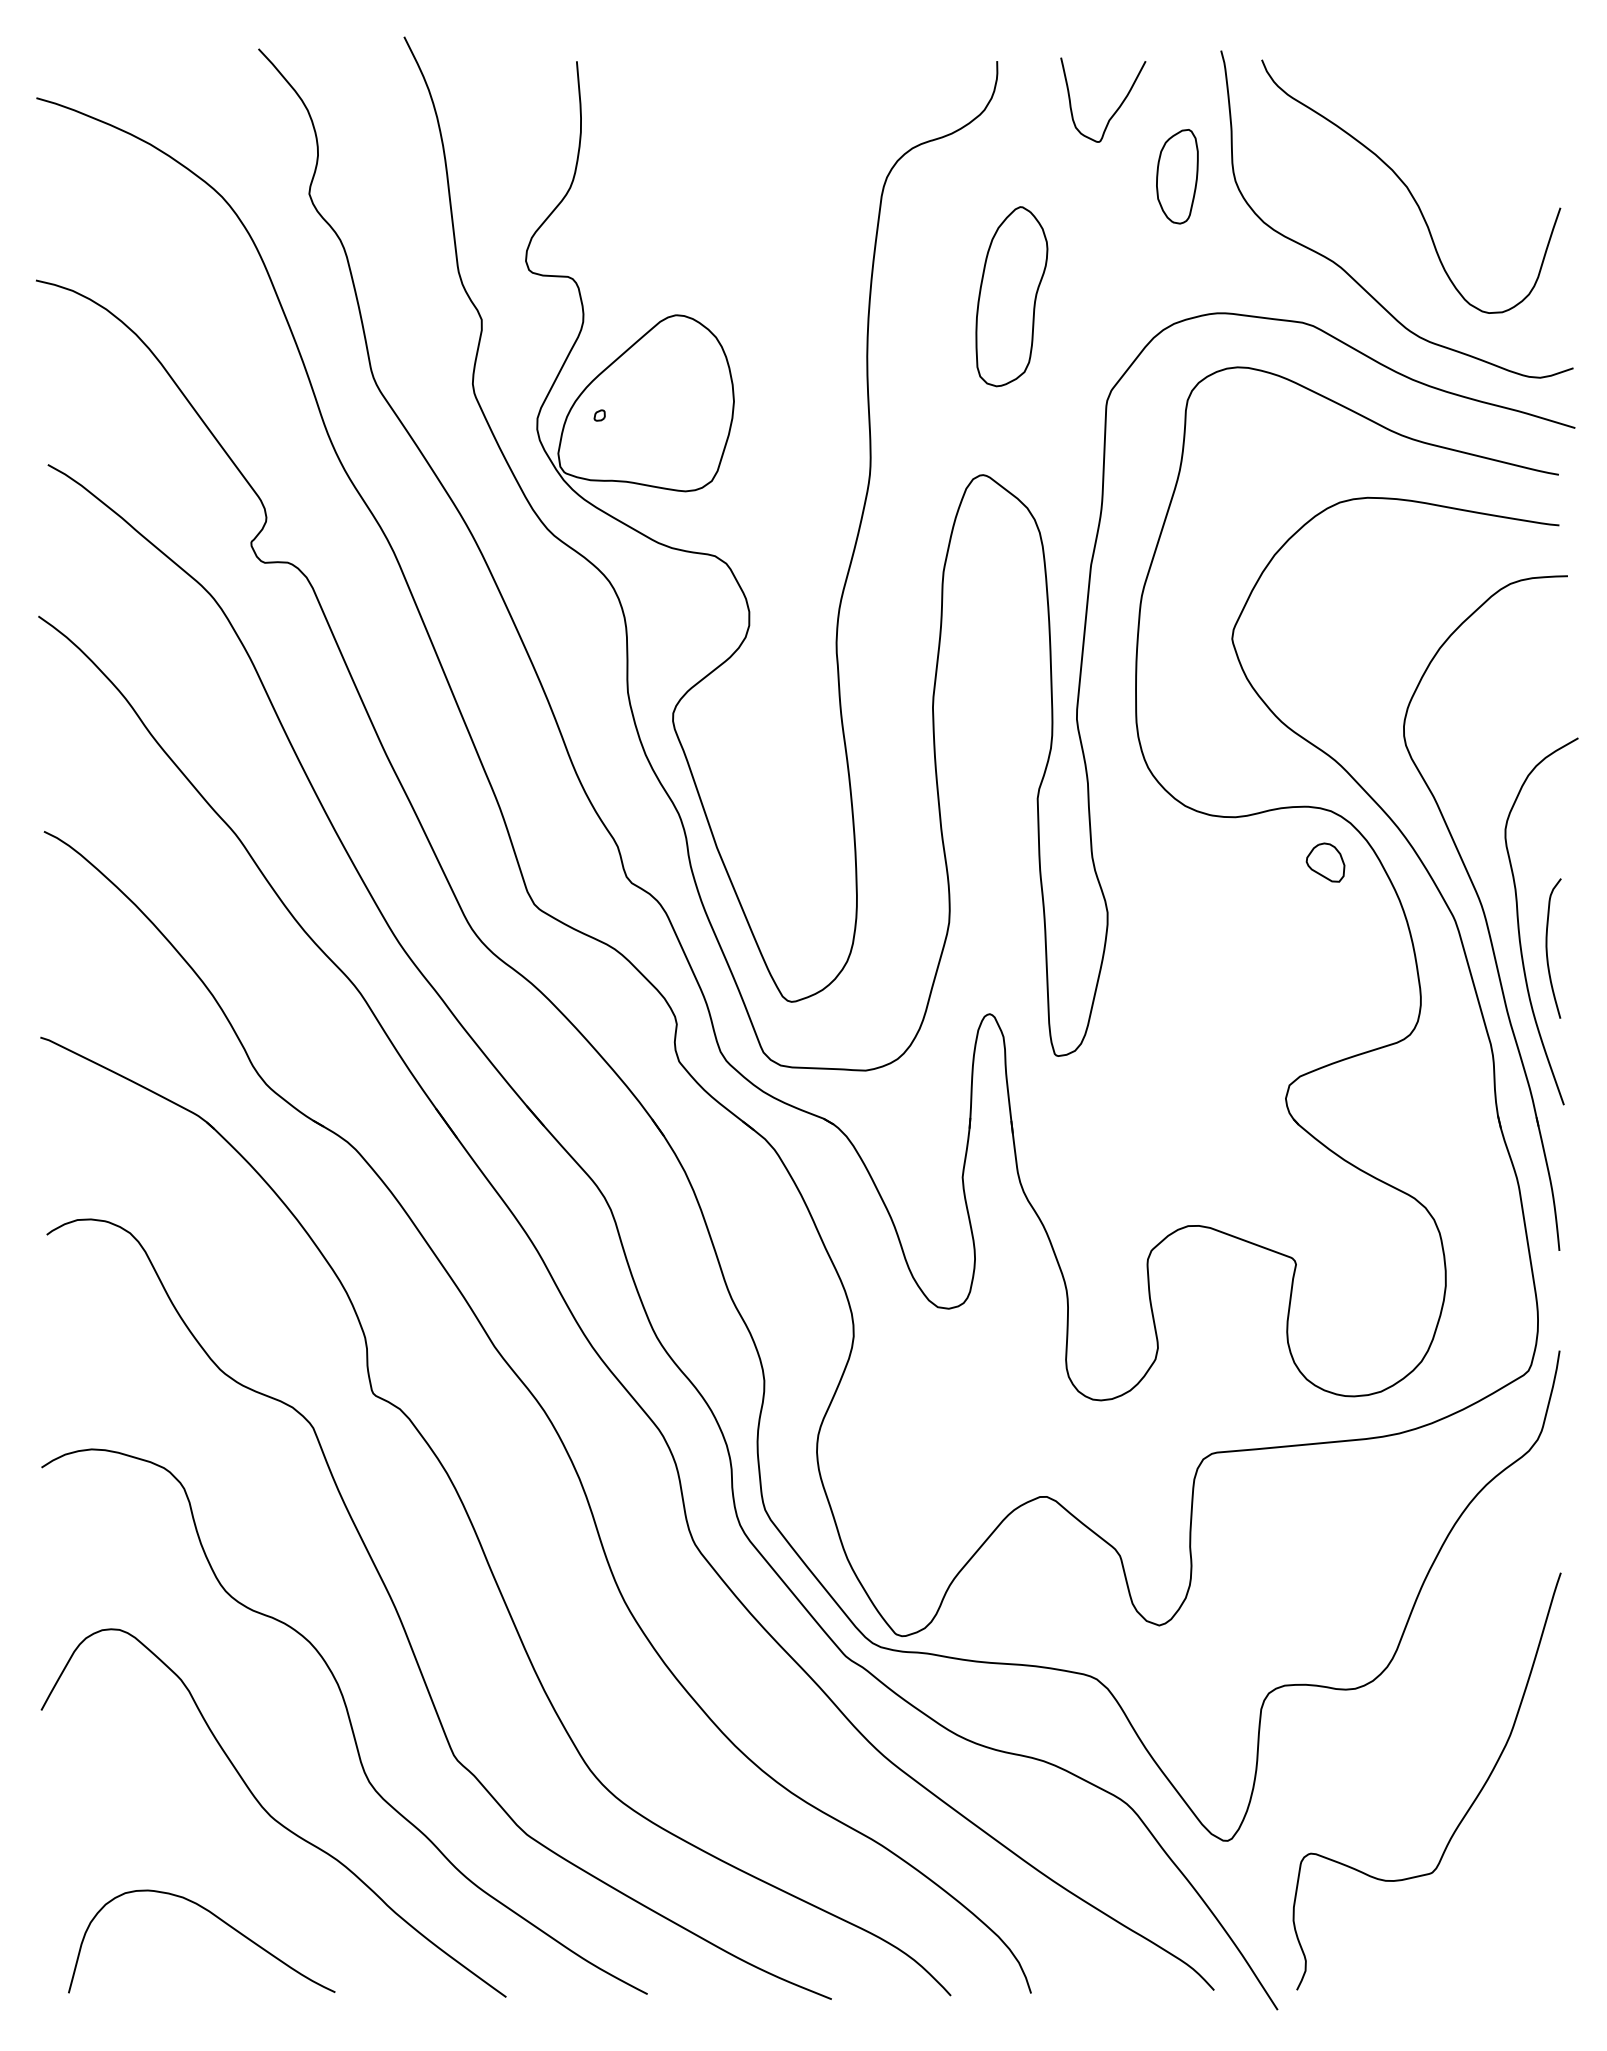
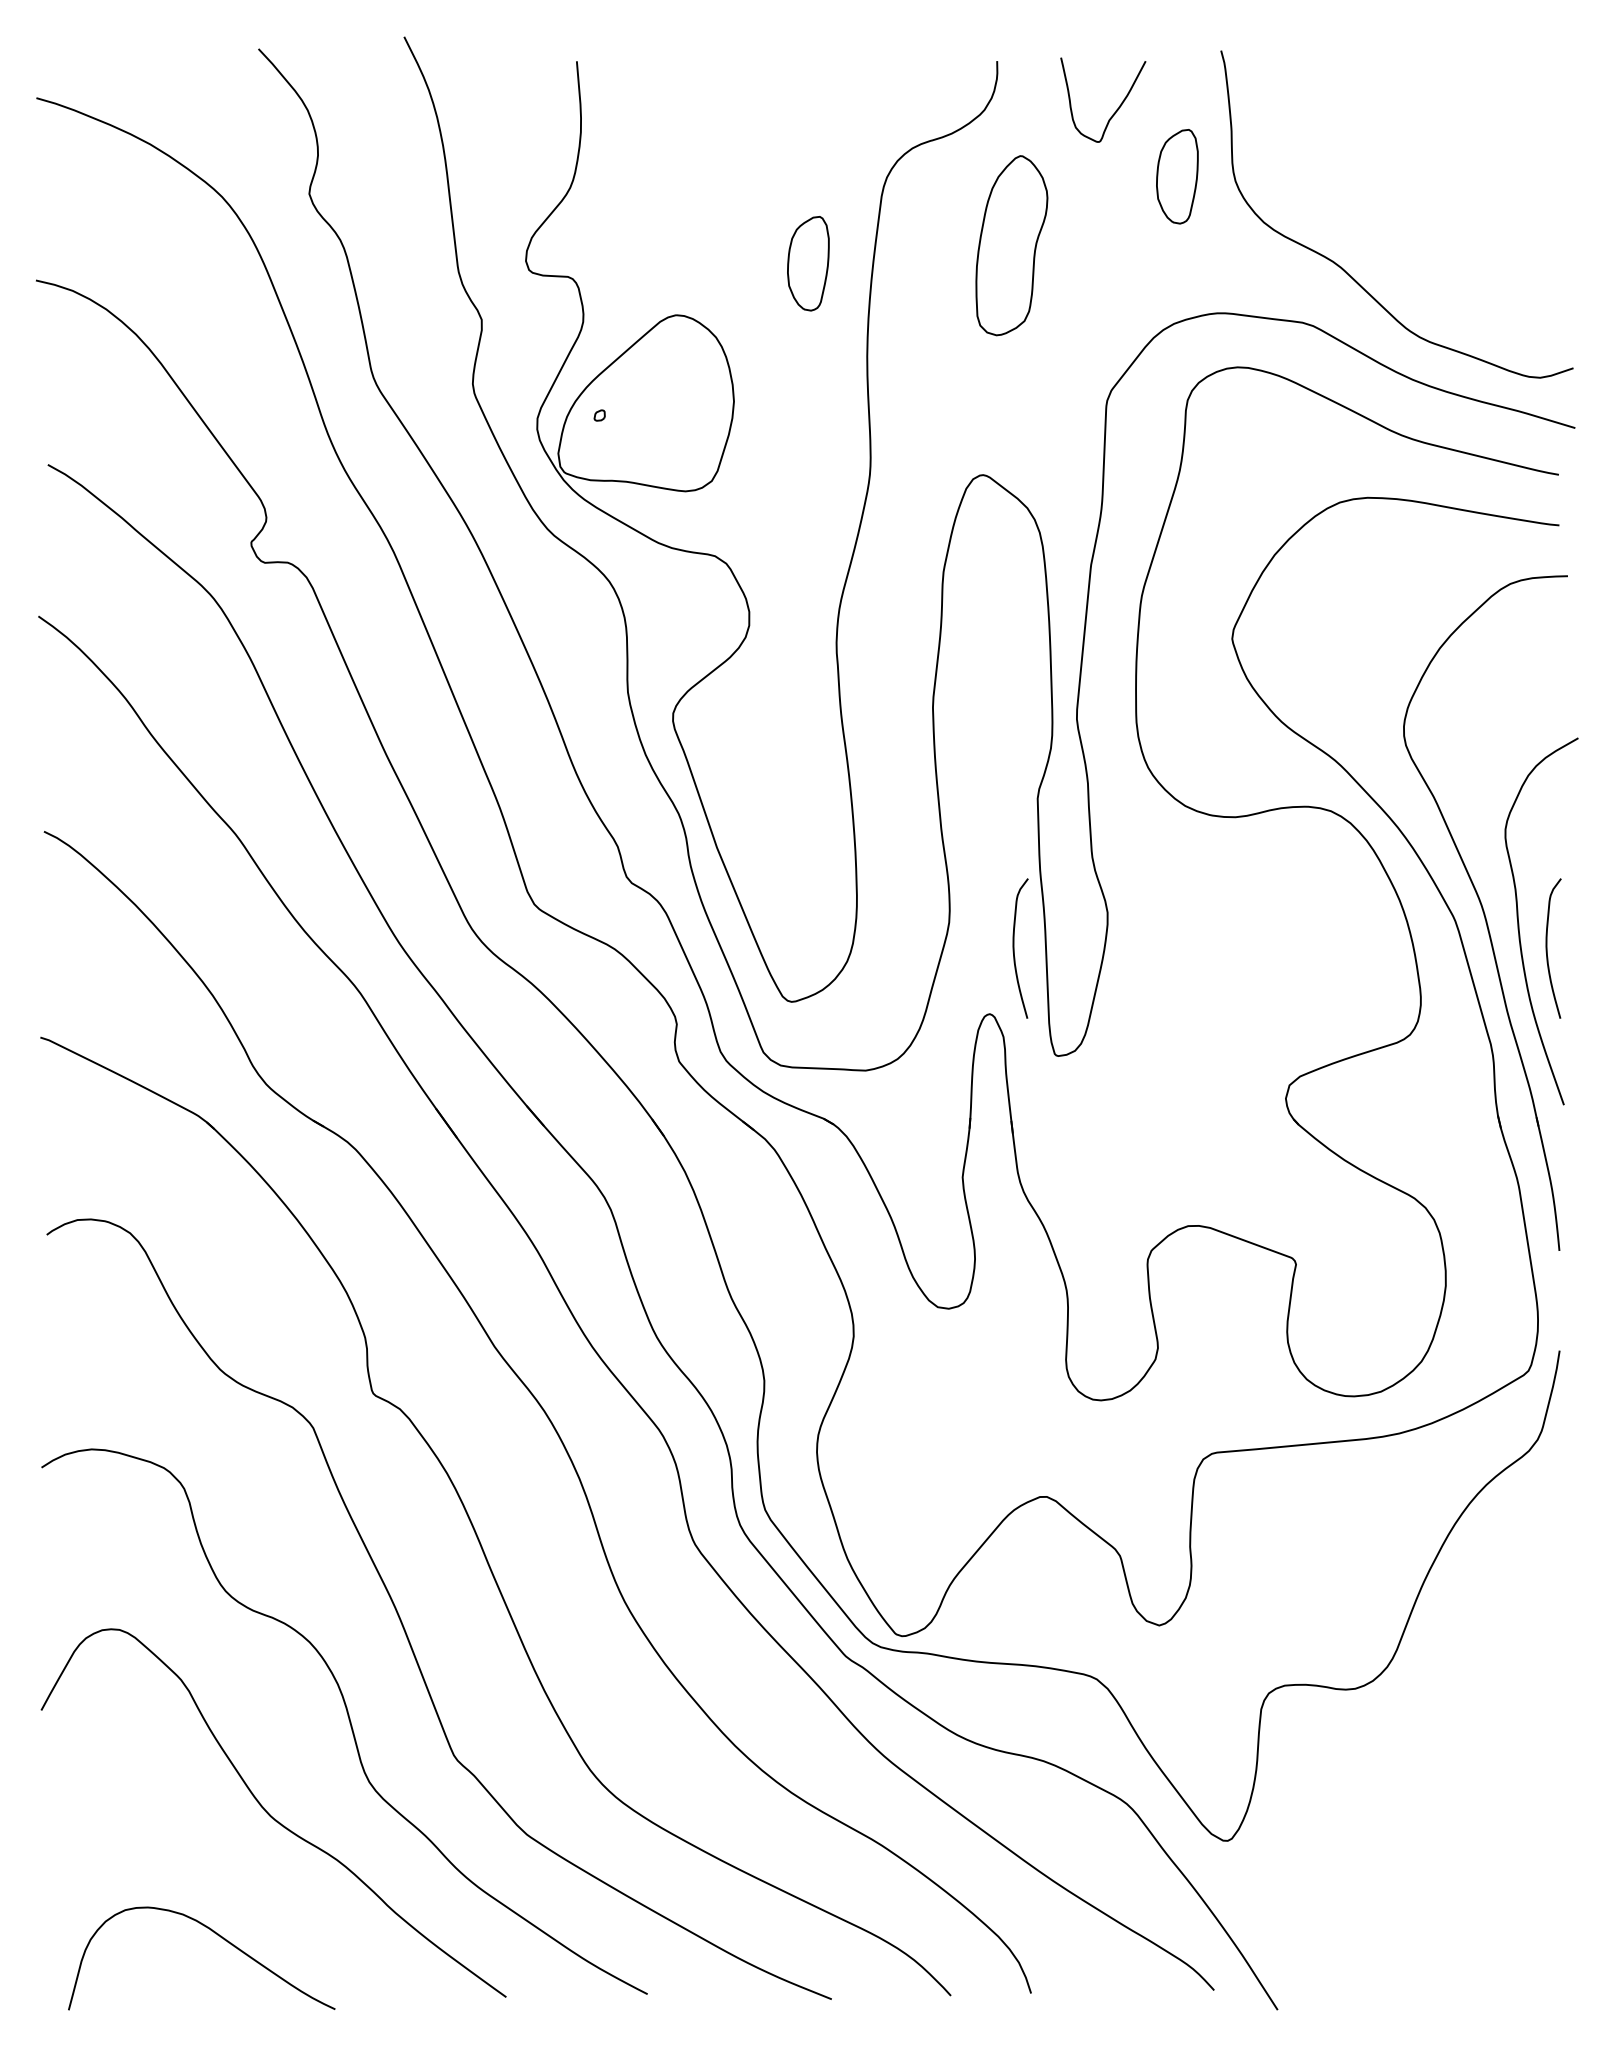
curve at (1408, 187): present -> none
part at (808, 263): none -> present
part at (1011, 296) position: (1011, 296) -> (1011, 245)
part at (1325, 862): present -> none
curve at (1014, 948): none -> present
curve at (1467, 1809): present -> none
curve at (217, 1918) position: (217, 1918) -> (217, 1935)
